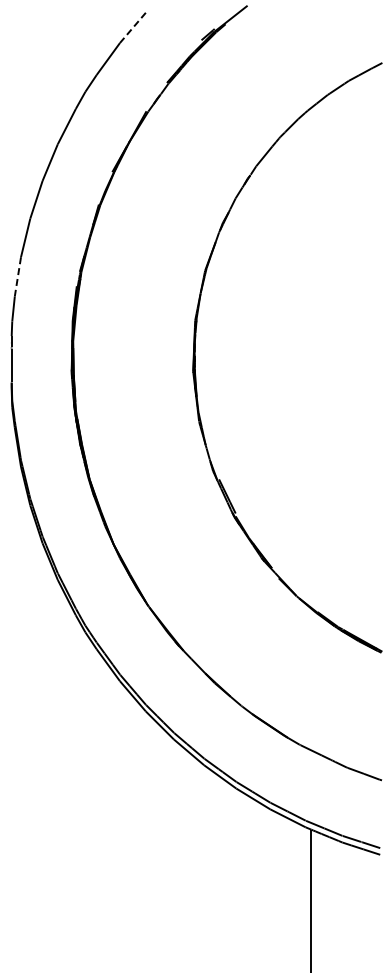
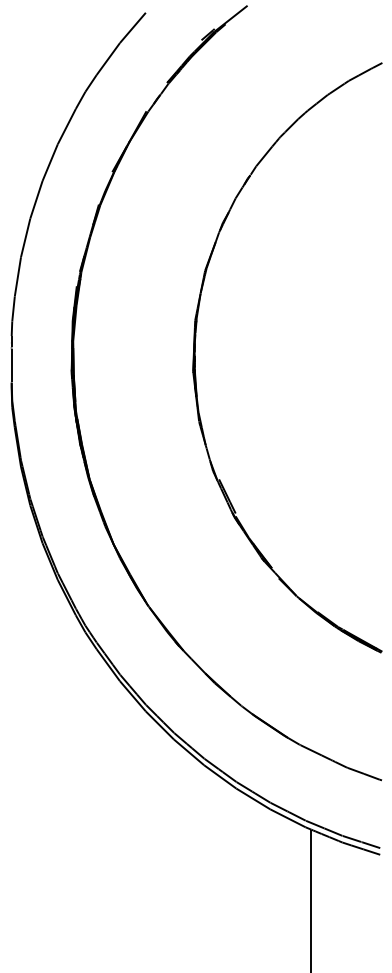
line at (132, 27): dashed -> solid
line at (17, 276): dashed -> solid
